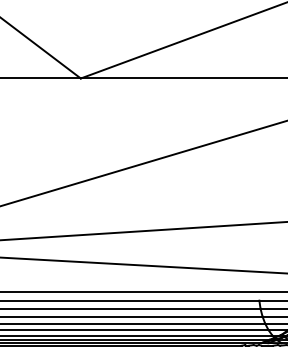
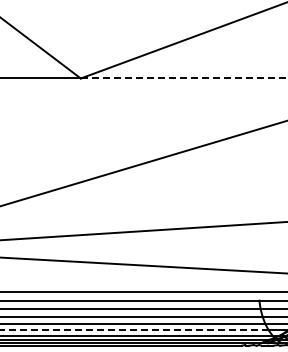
line at (184, 78): solid -> dashed
line at (134, 330): solid -> dashed
